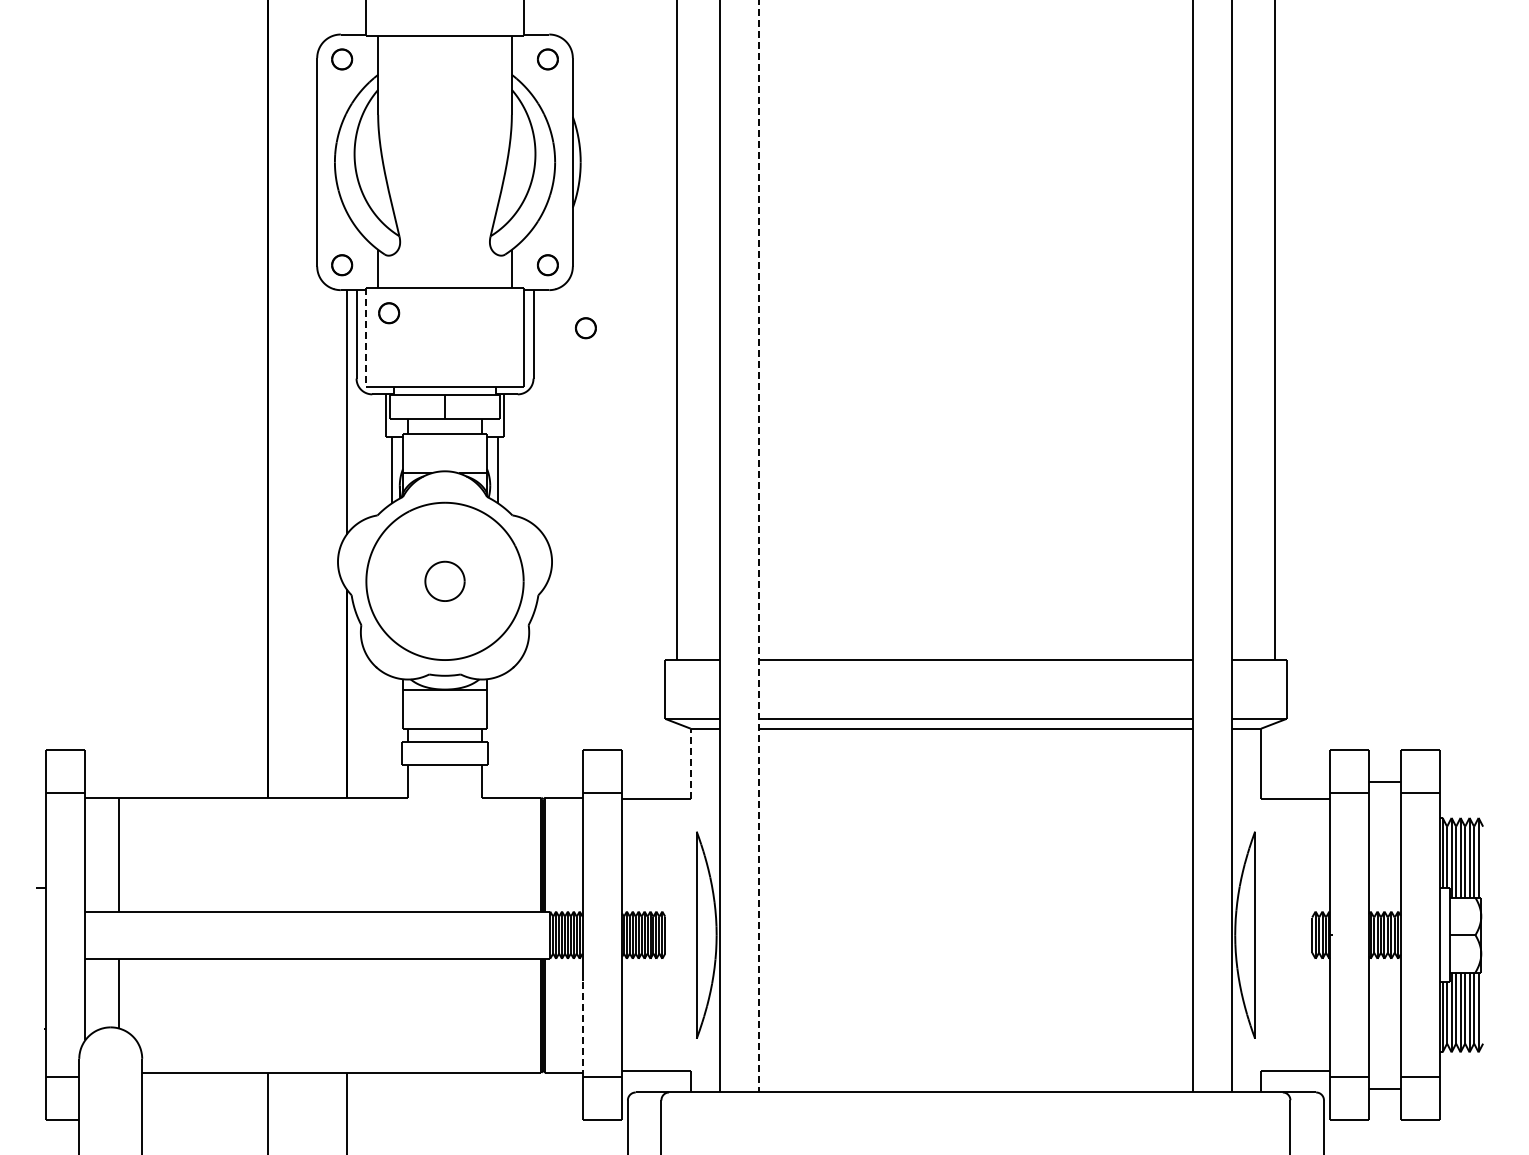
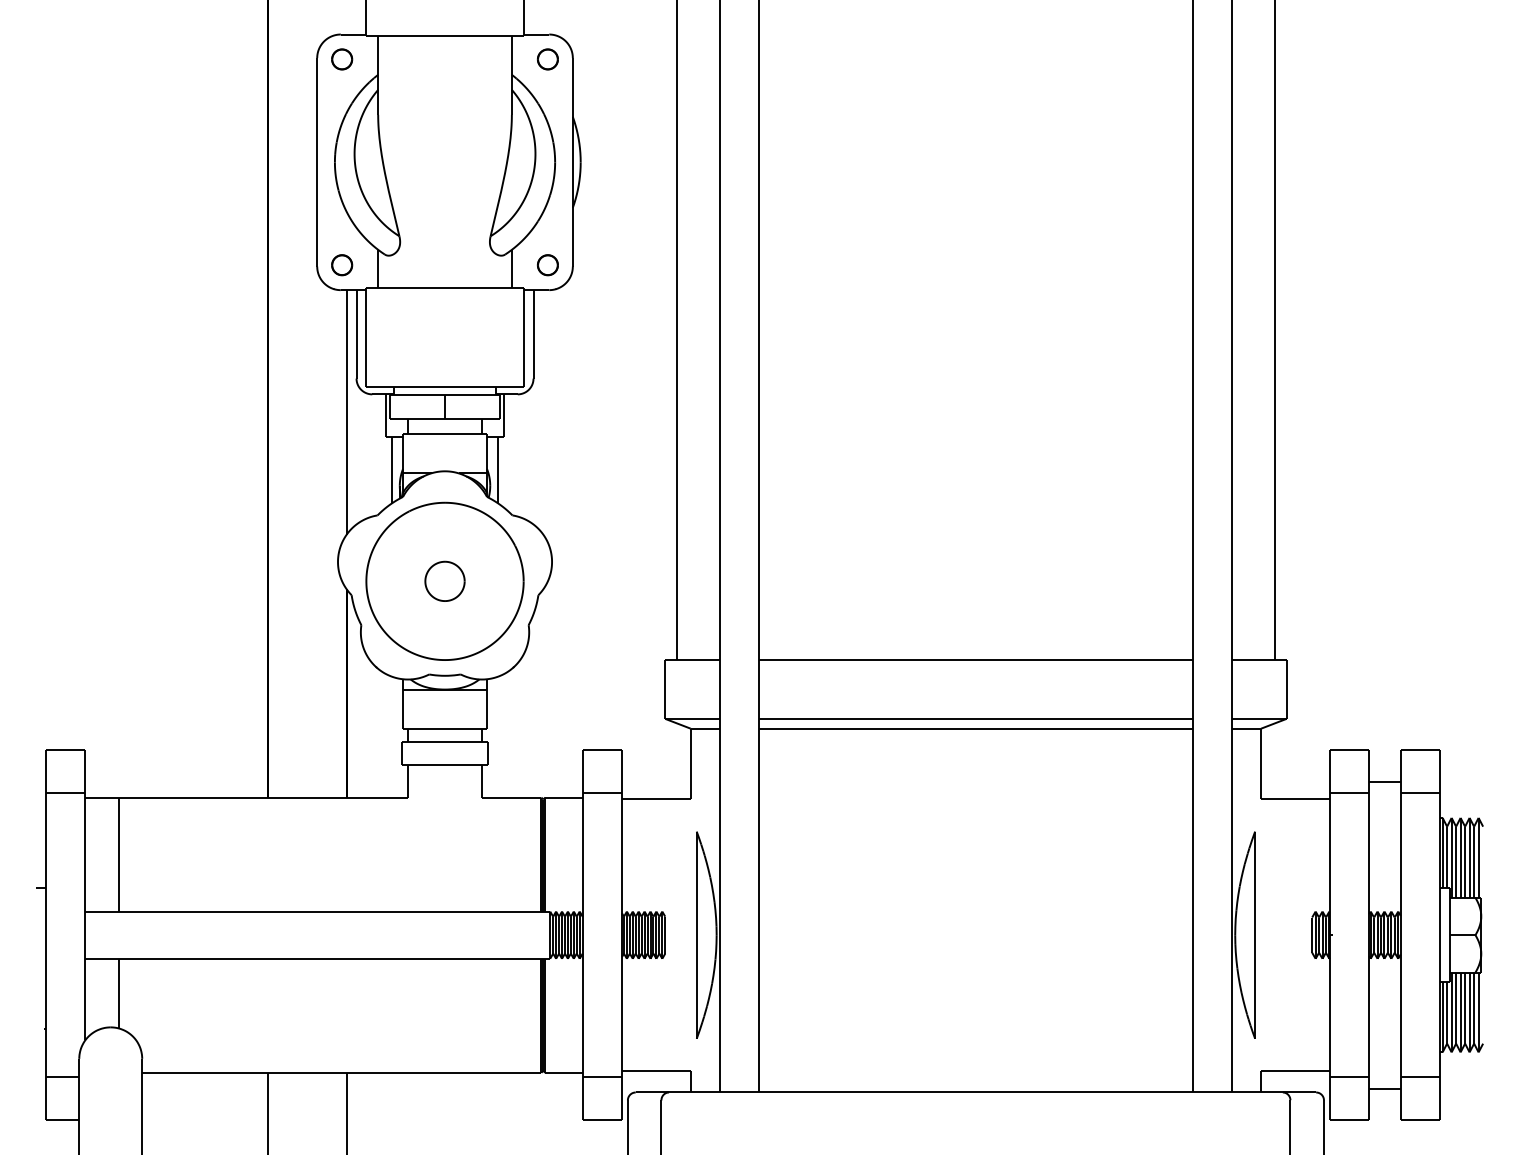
part at (389, 313): present -> none
part at (585, 328): present -> none
line at (366, 337): dashed -> solid
line at (759, 546): dashed -> solid
line at (690, 763): dashed -> solid
line at (582, 1028): dashed -> solid
